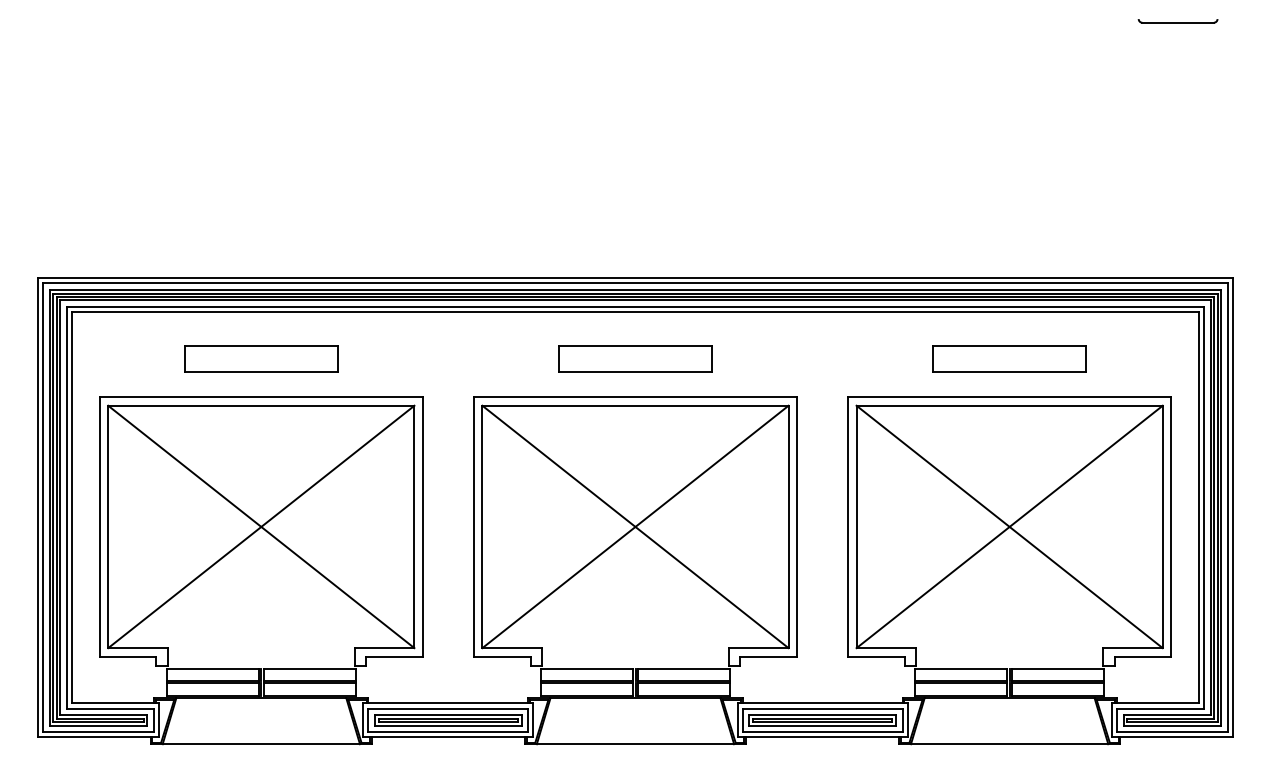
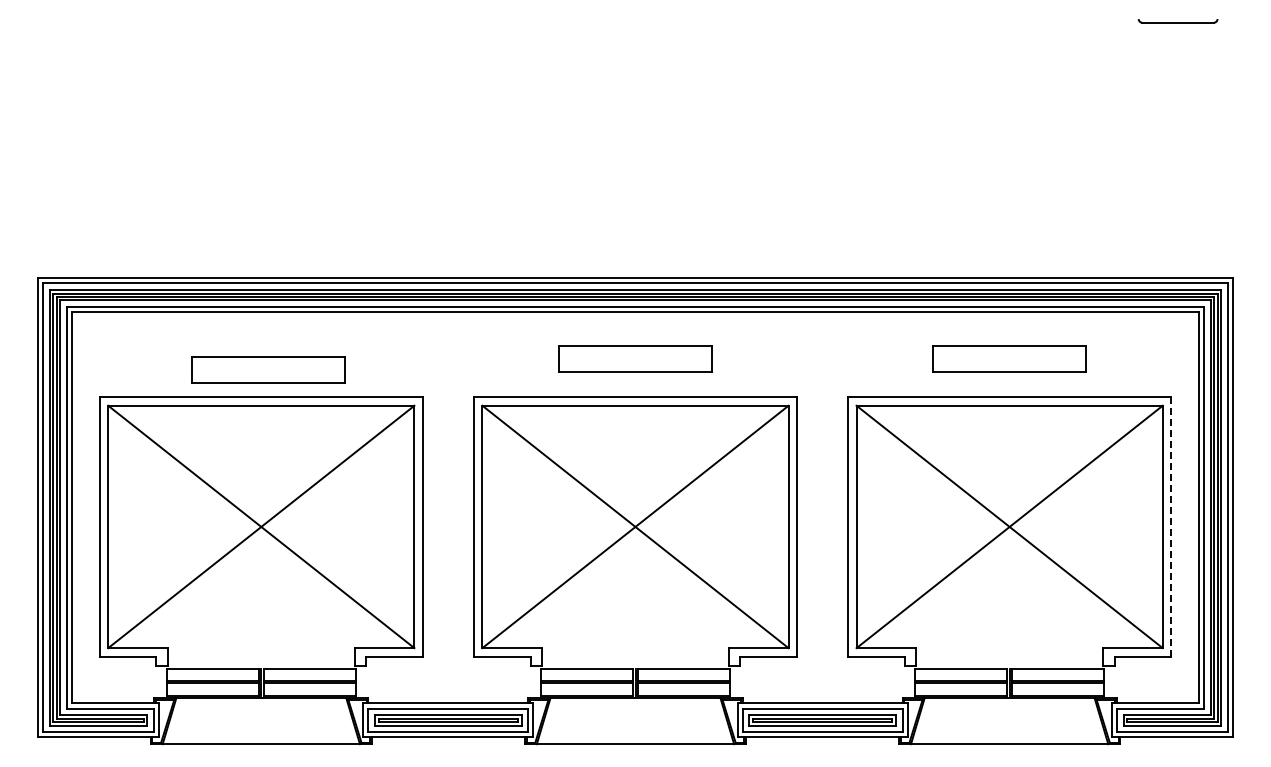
part at (261, 358) position: (261, 358) -> (268, 369)
line at (1171, 526): solid -> dashed
